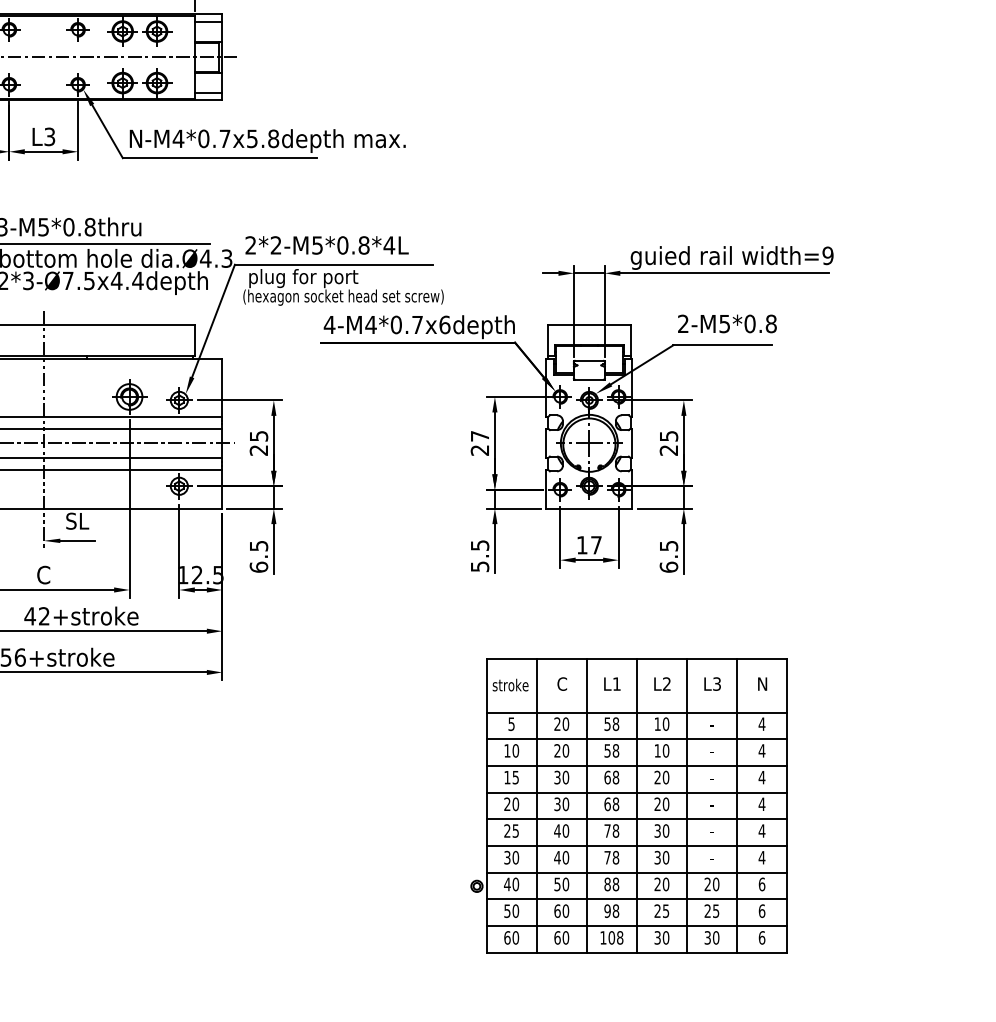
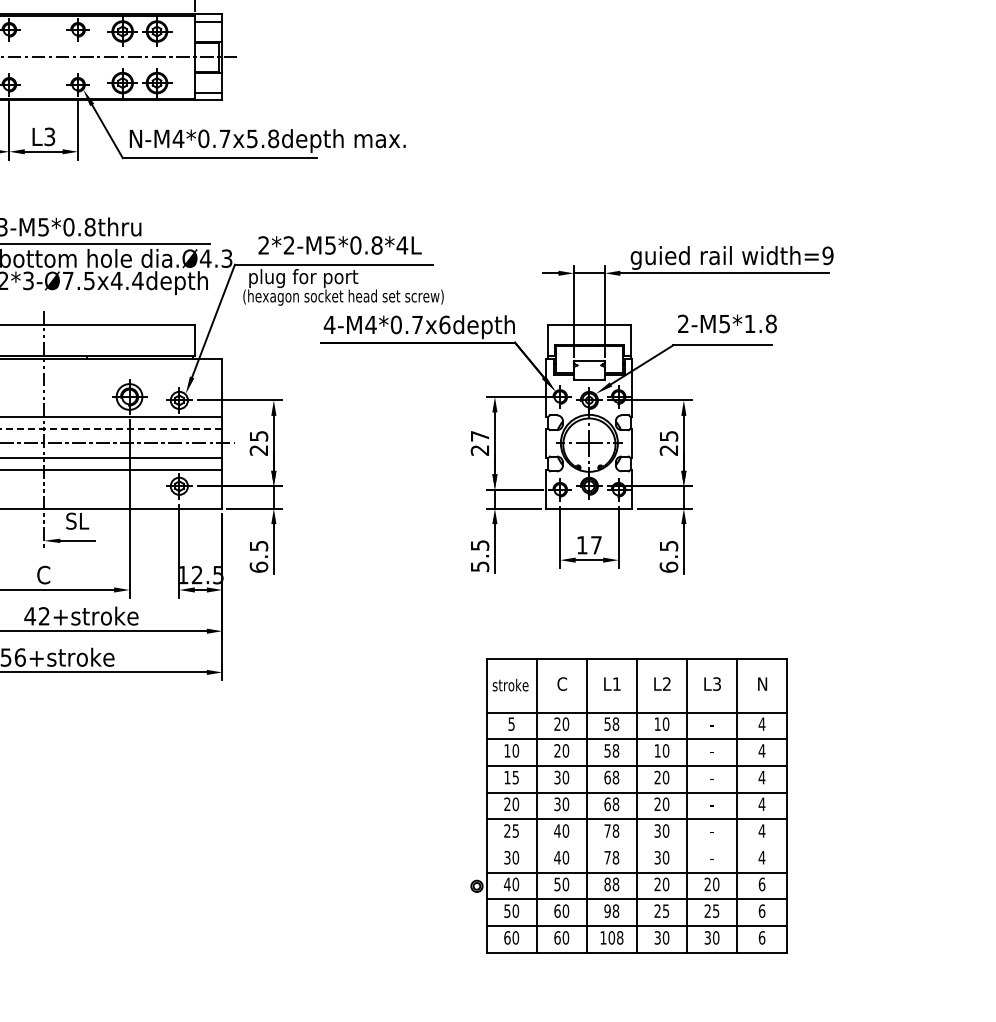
text at (326, 245) position: (326, 245) -> (339, 245)
text at (749, 323): 2-M5*0.8 -> 2-M5*1.8
line at (111, 428): solid -> dashed
line at (636, 846): present -> none
